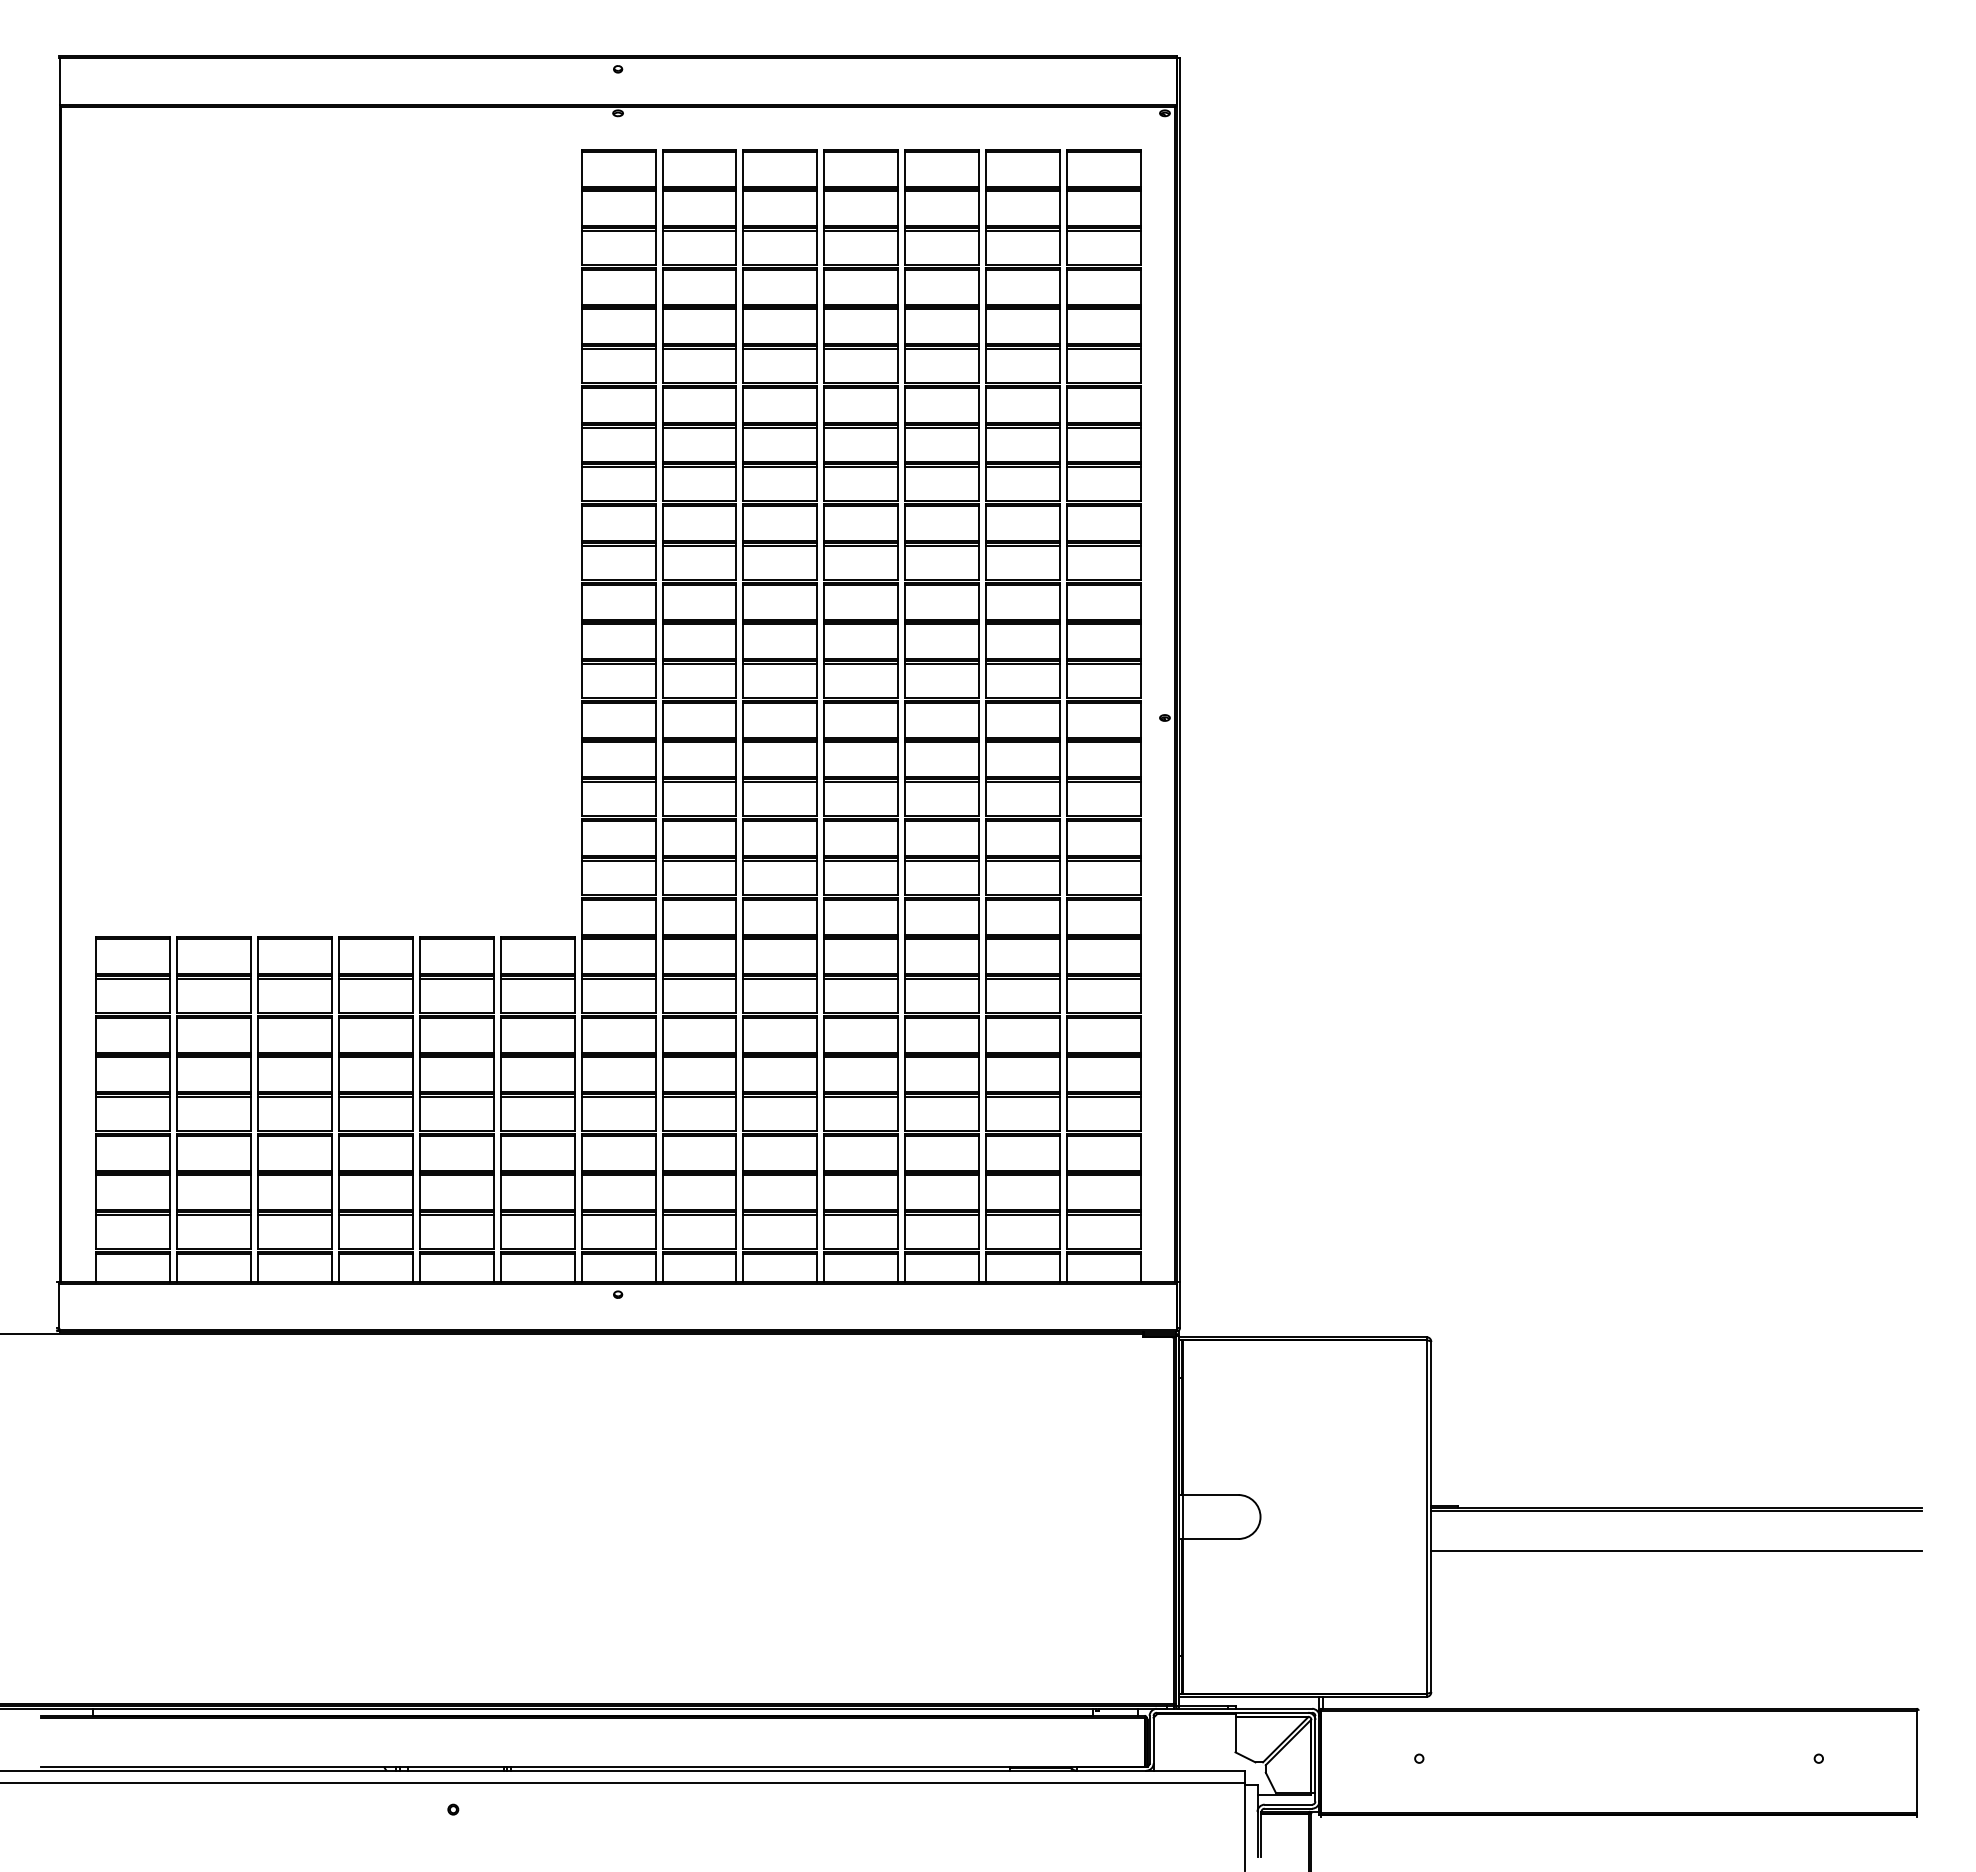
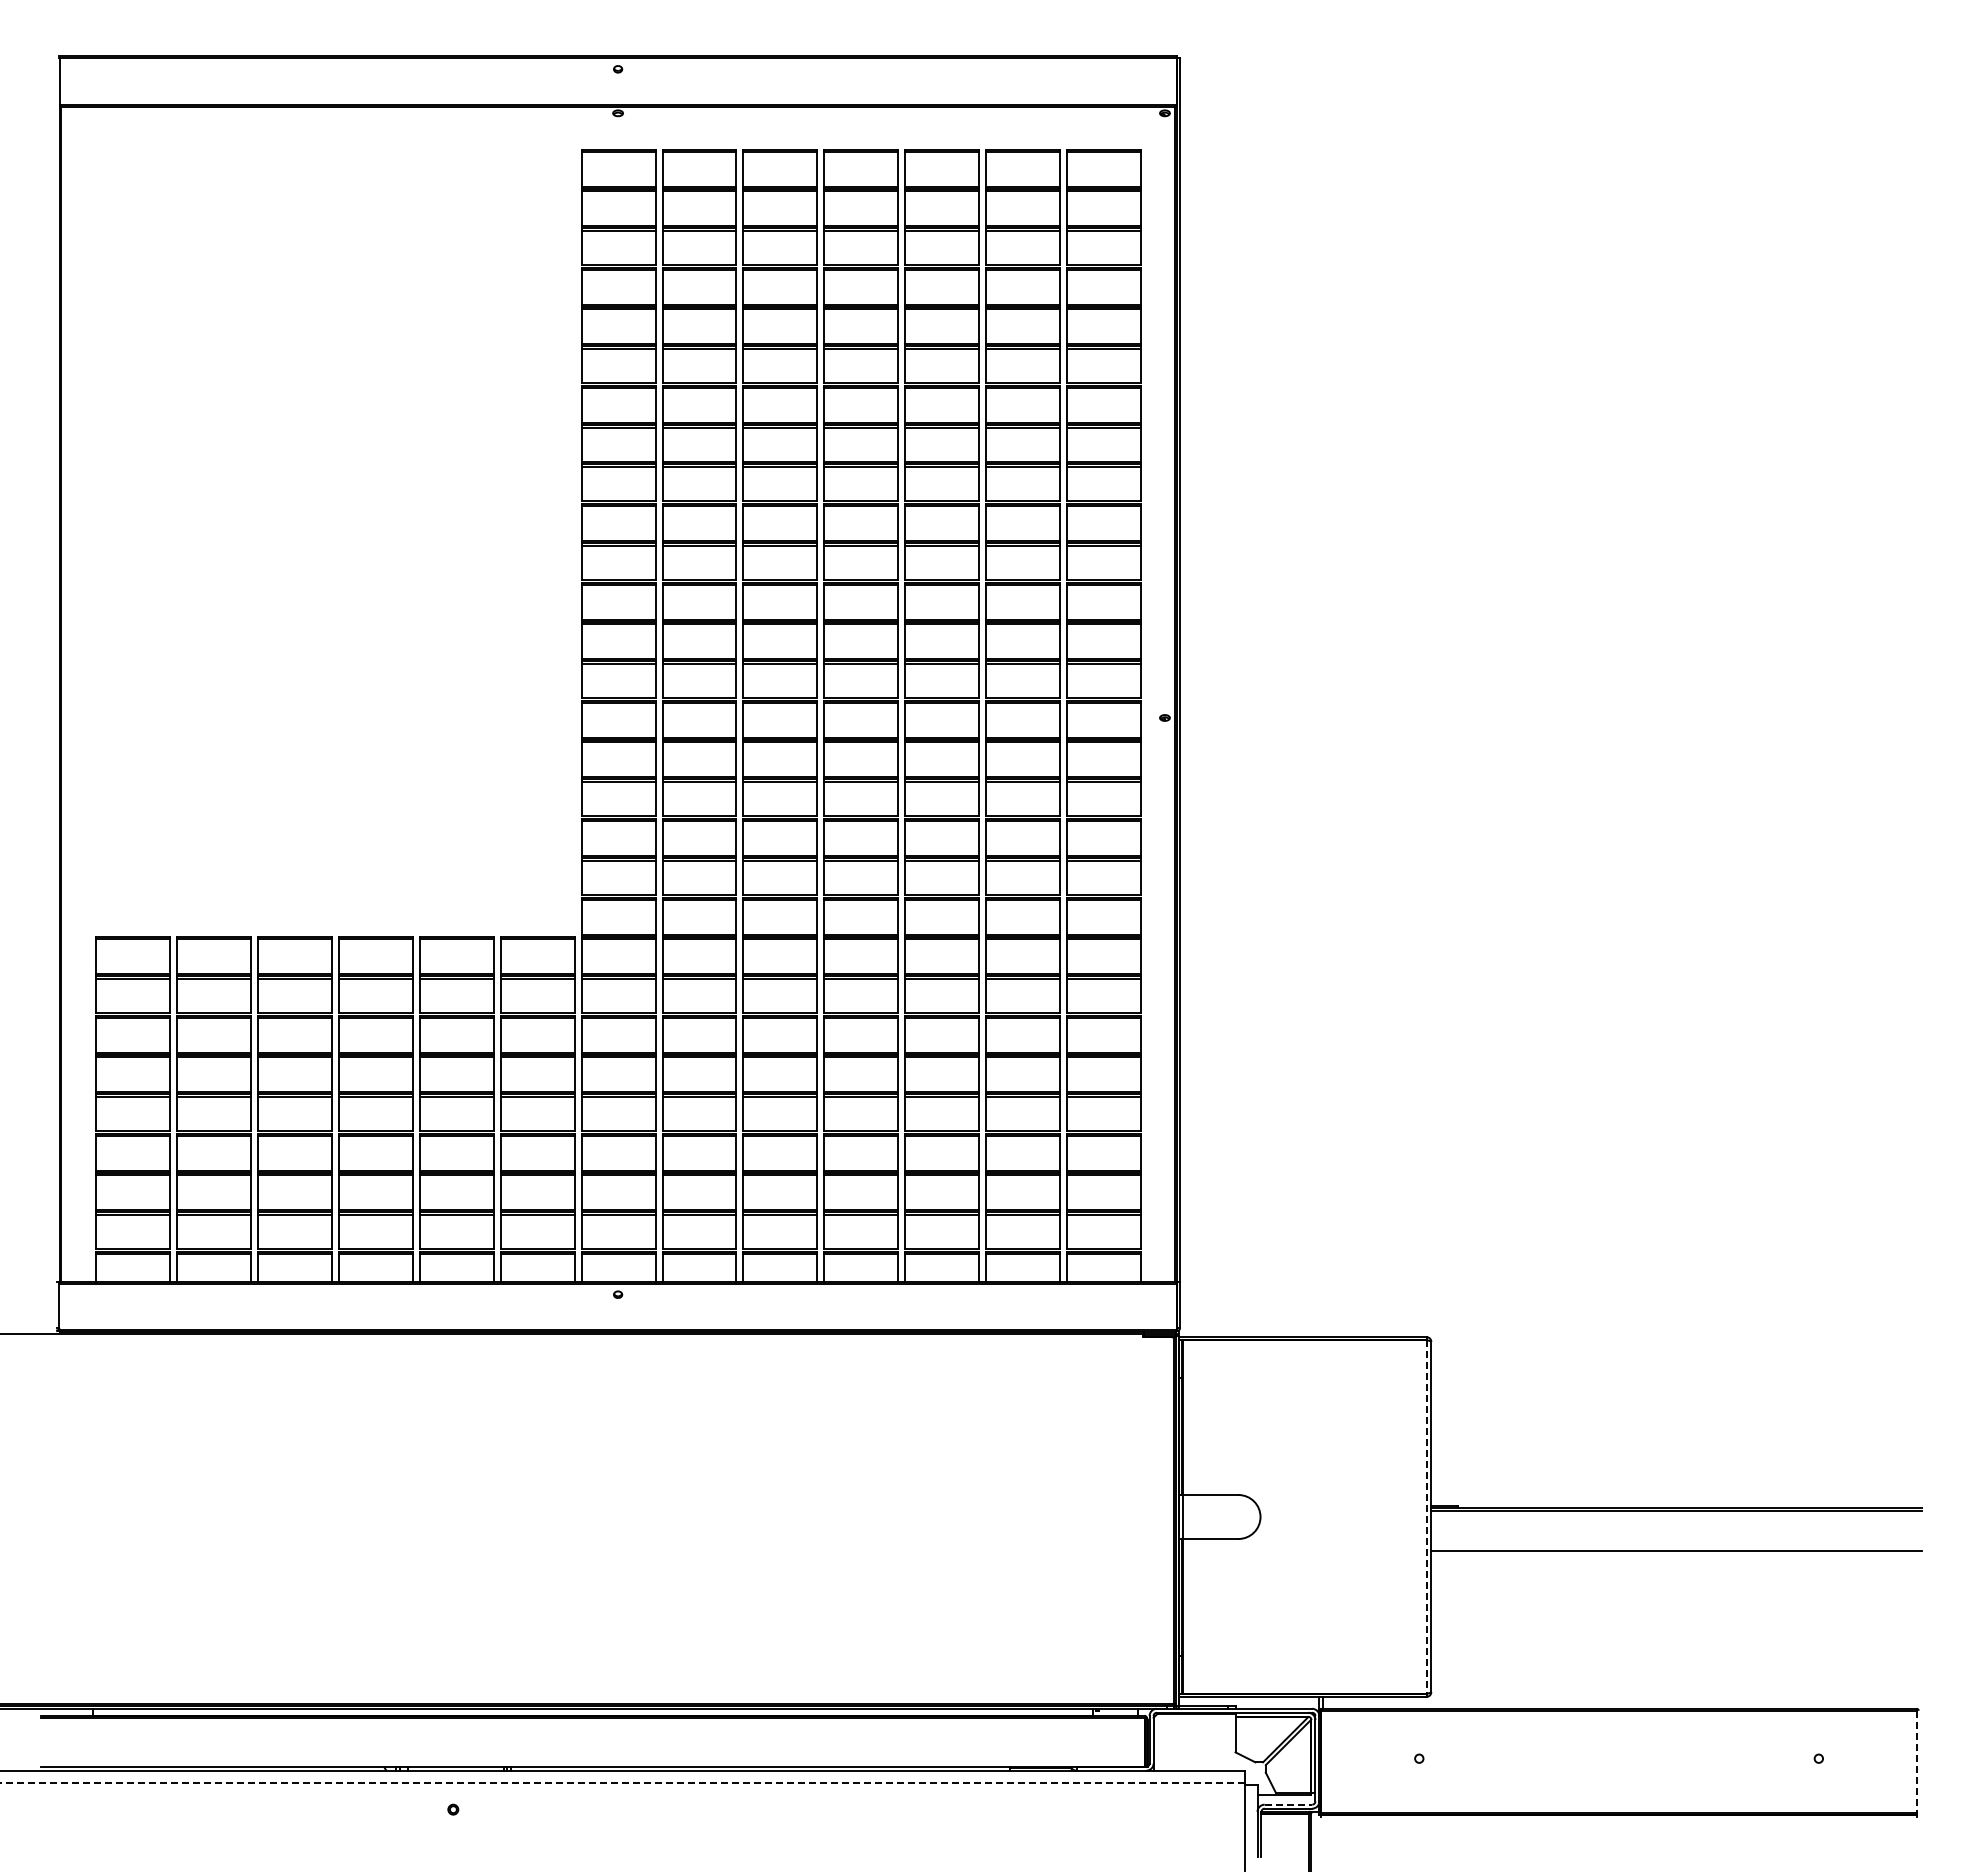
line at (1426, 1517): solid -> dashed
line at (1916, 1761): solid -> dashed
line at (622, 1783): solid -> dashed
line at (1288, 1804): solid -> dashed
